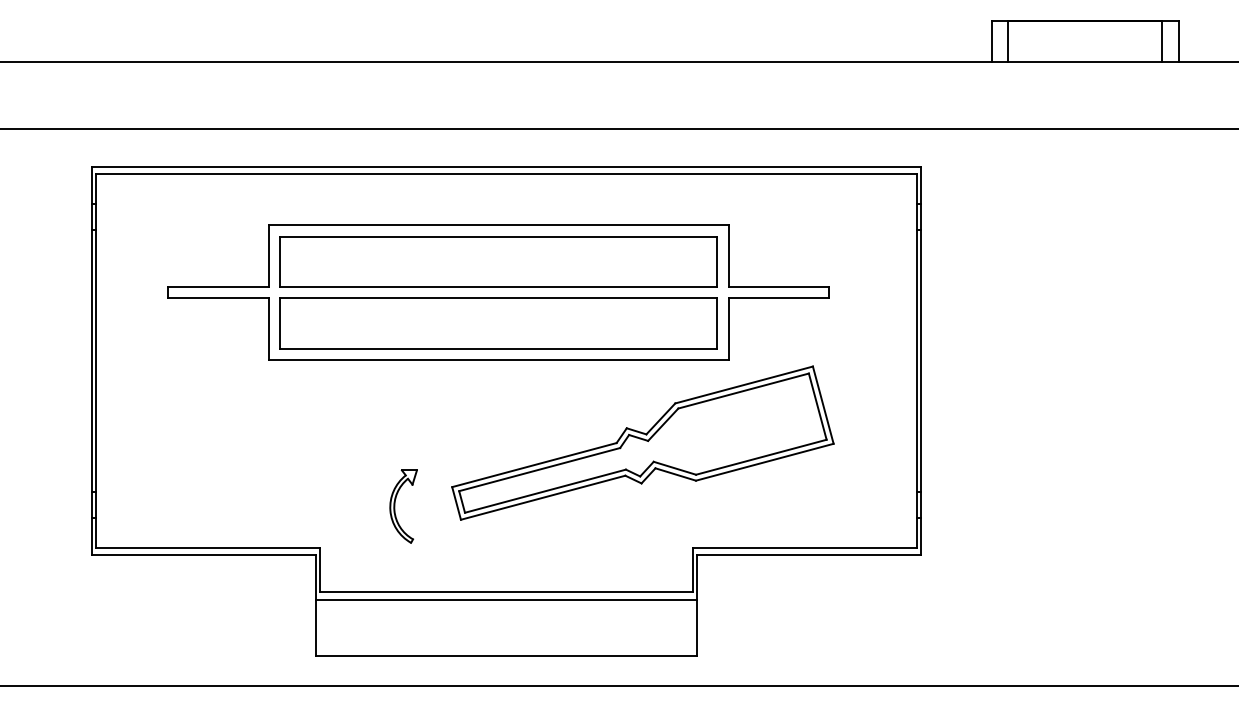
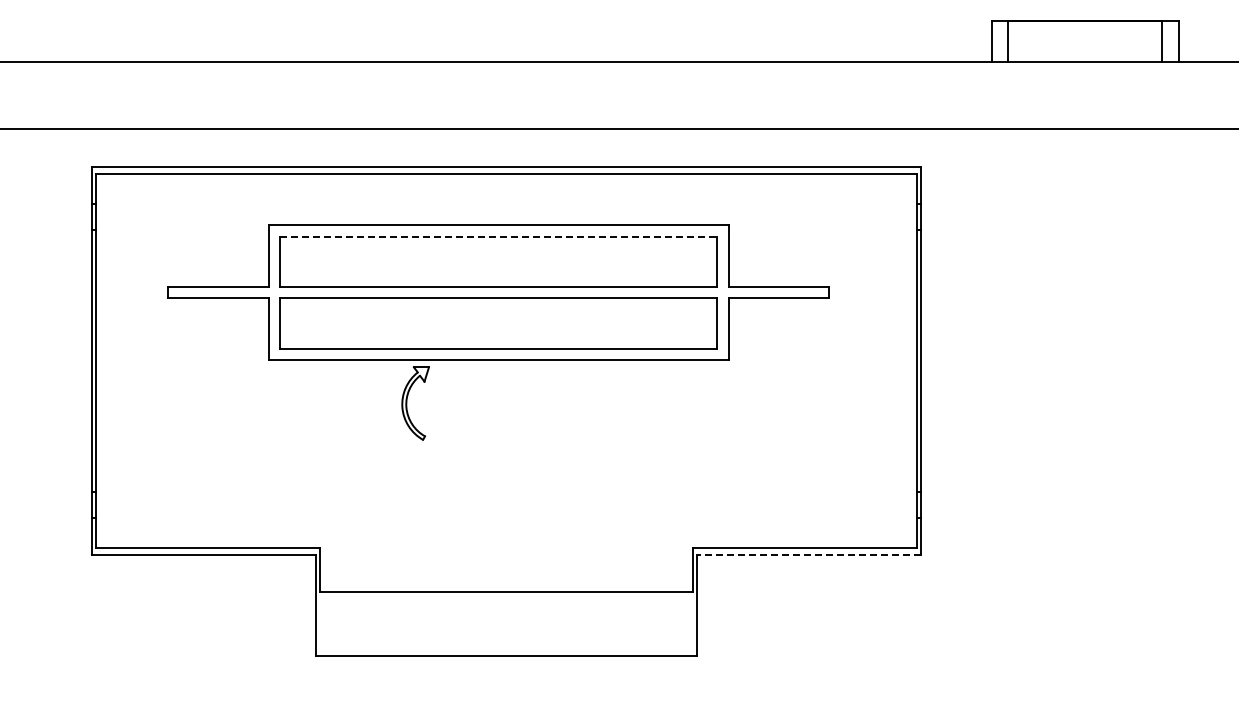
line at (499, 236): solid -> dashed
part at (642, 442): present -> none
part at (395, 506) position: (395, 506) -> (407, 403)
line at (808, 555): solid -> dashed
line at (505, 599): present -> none
line at (618, 685): present -> none
